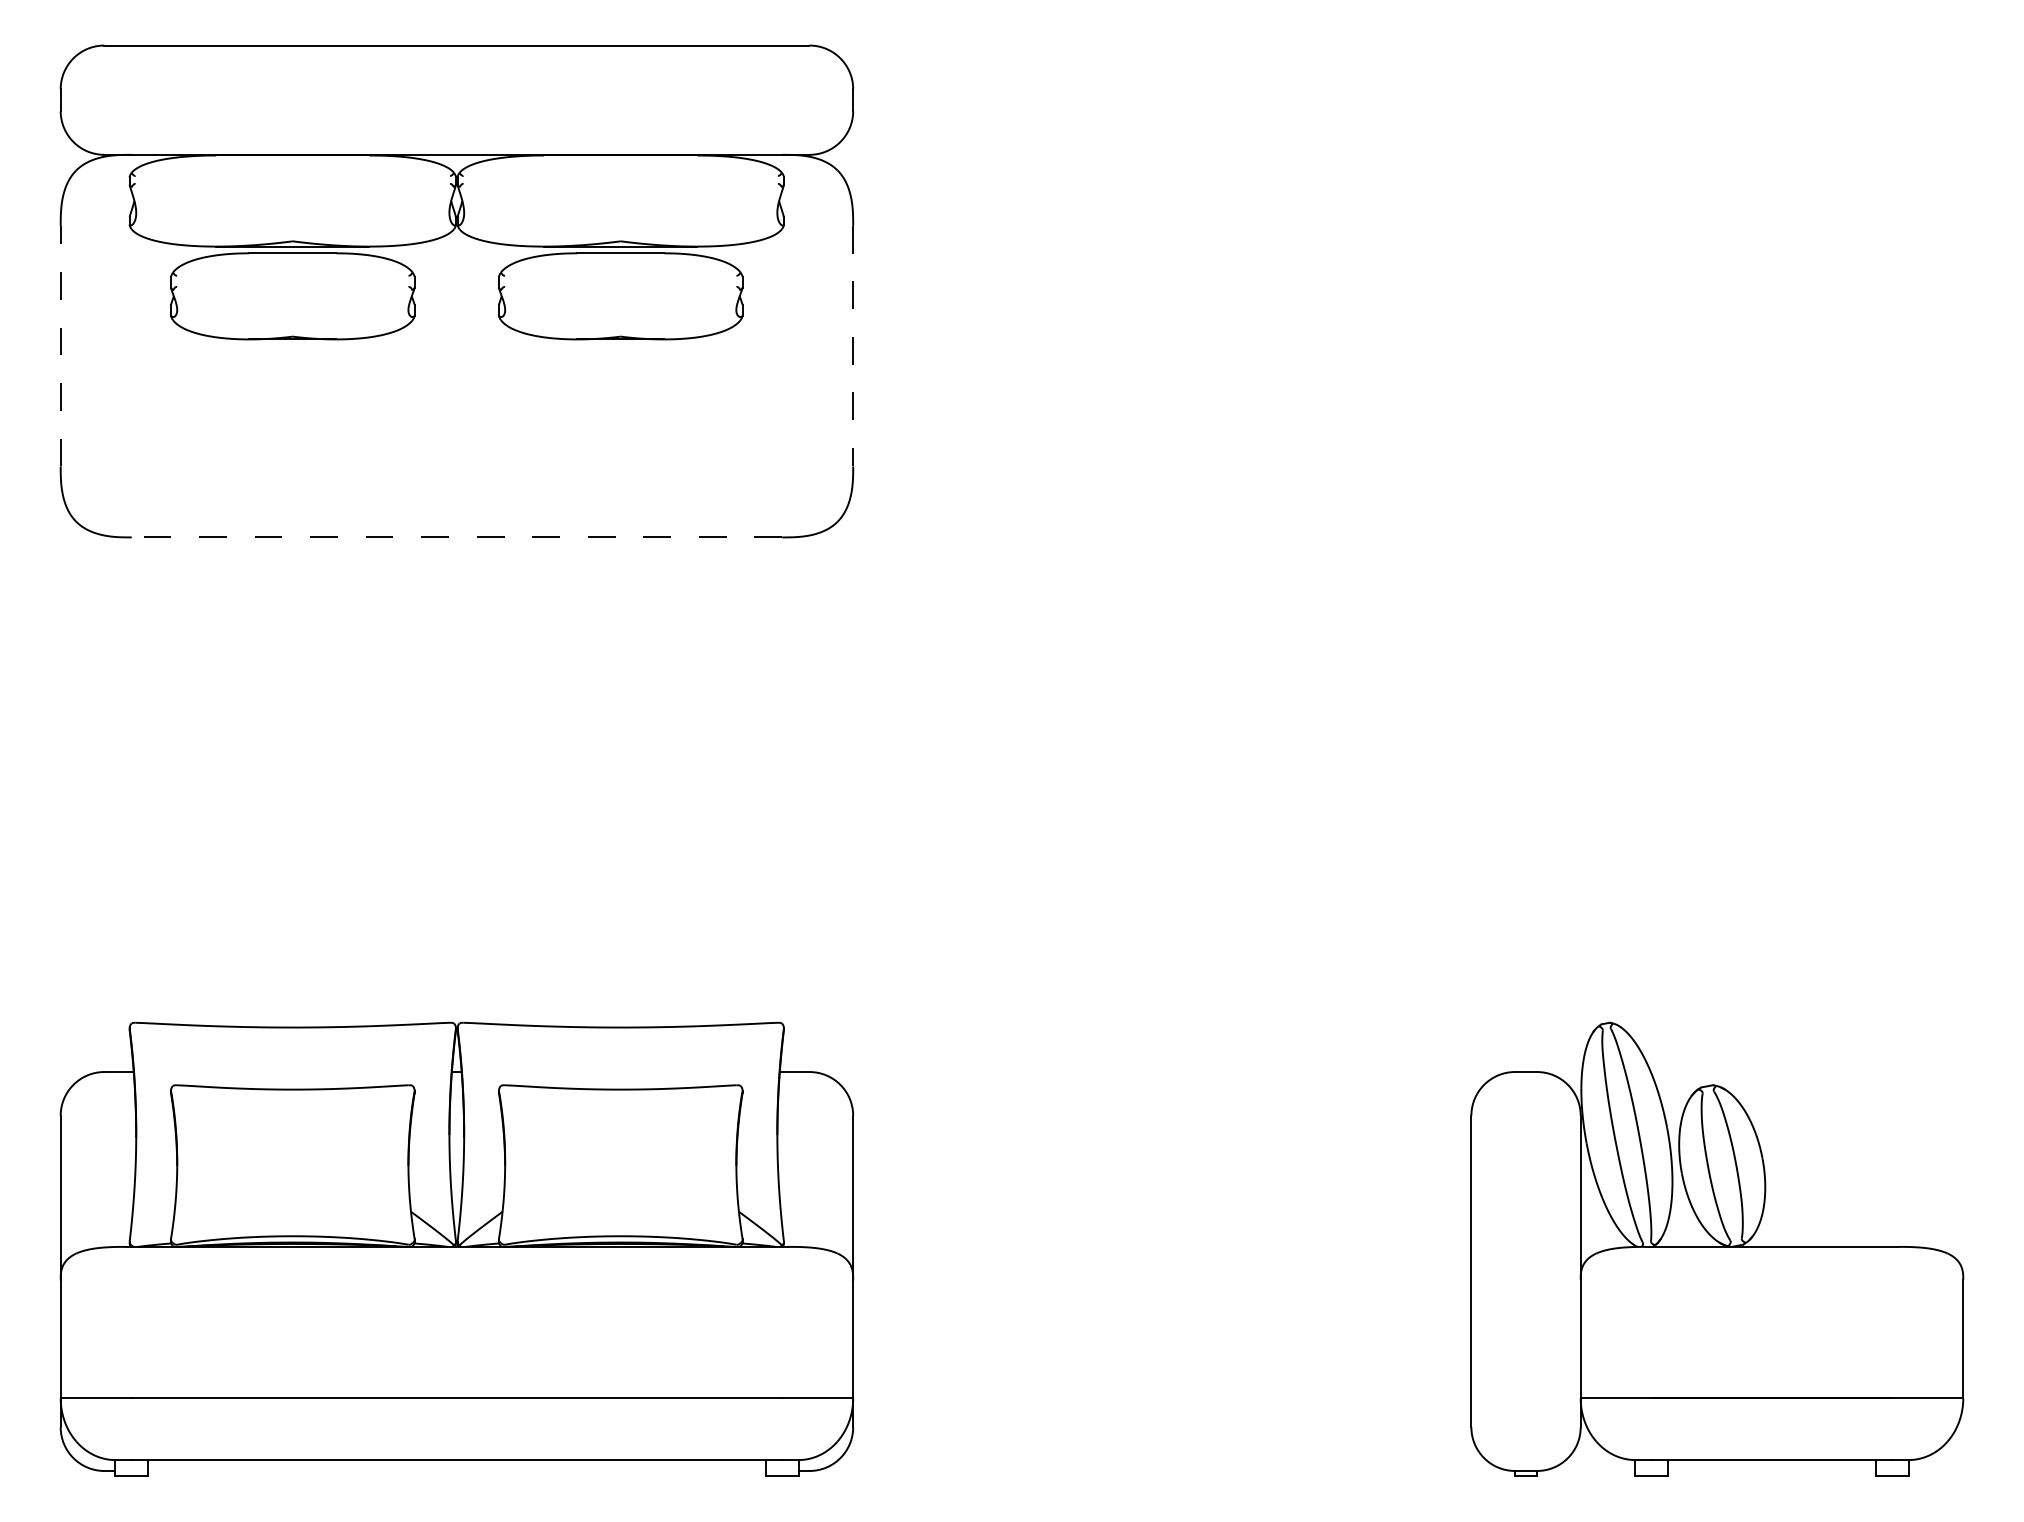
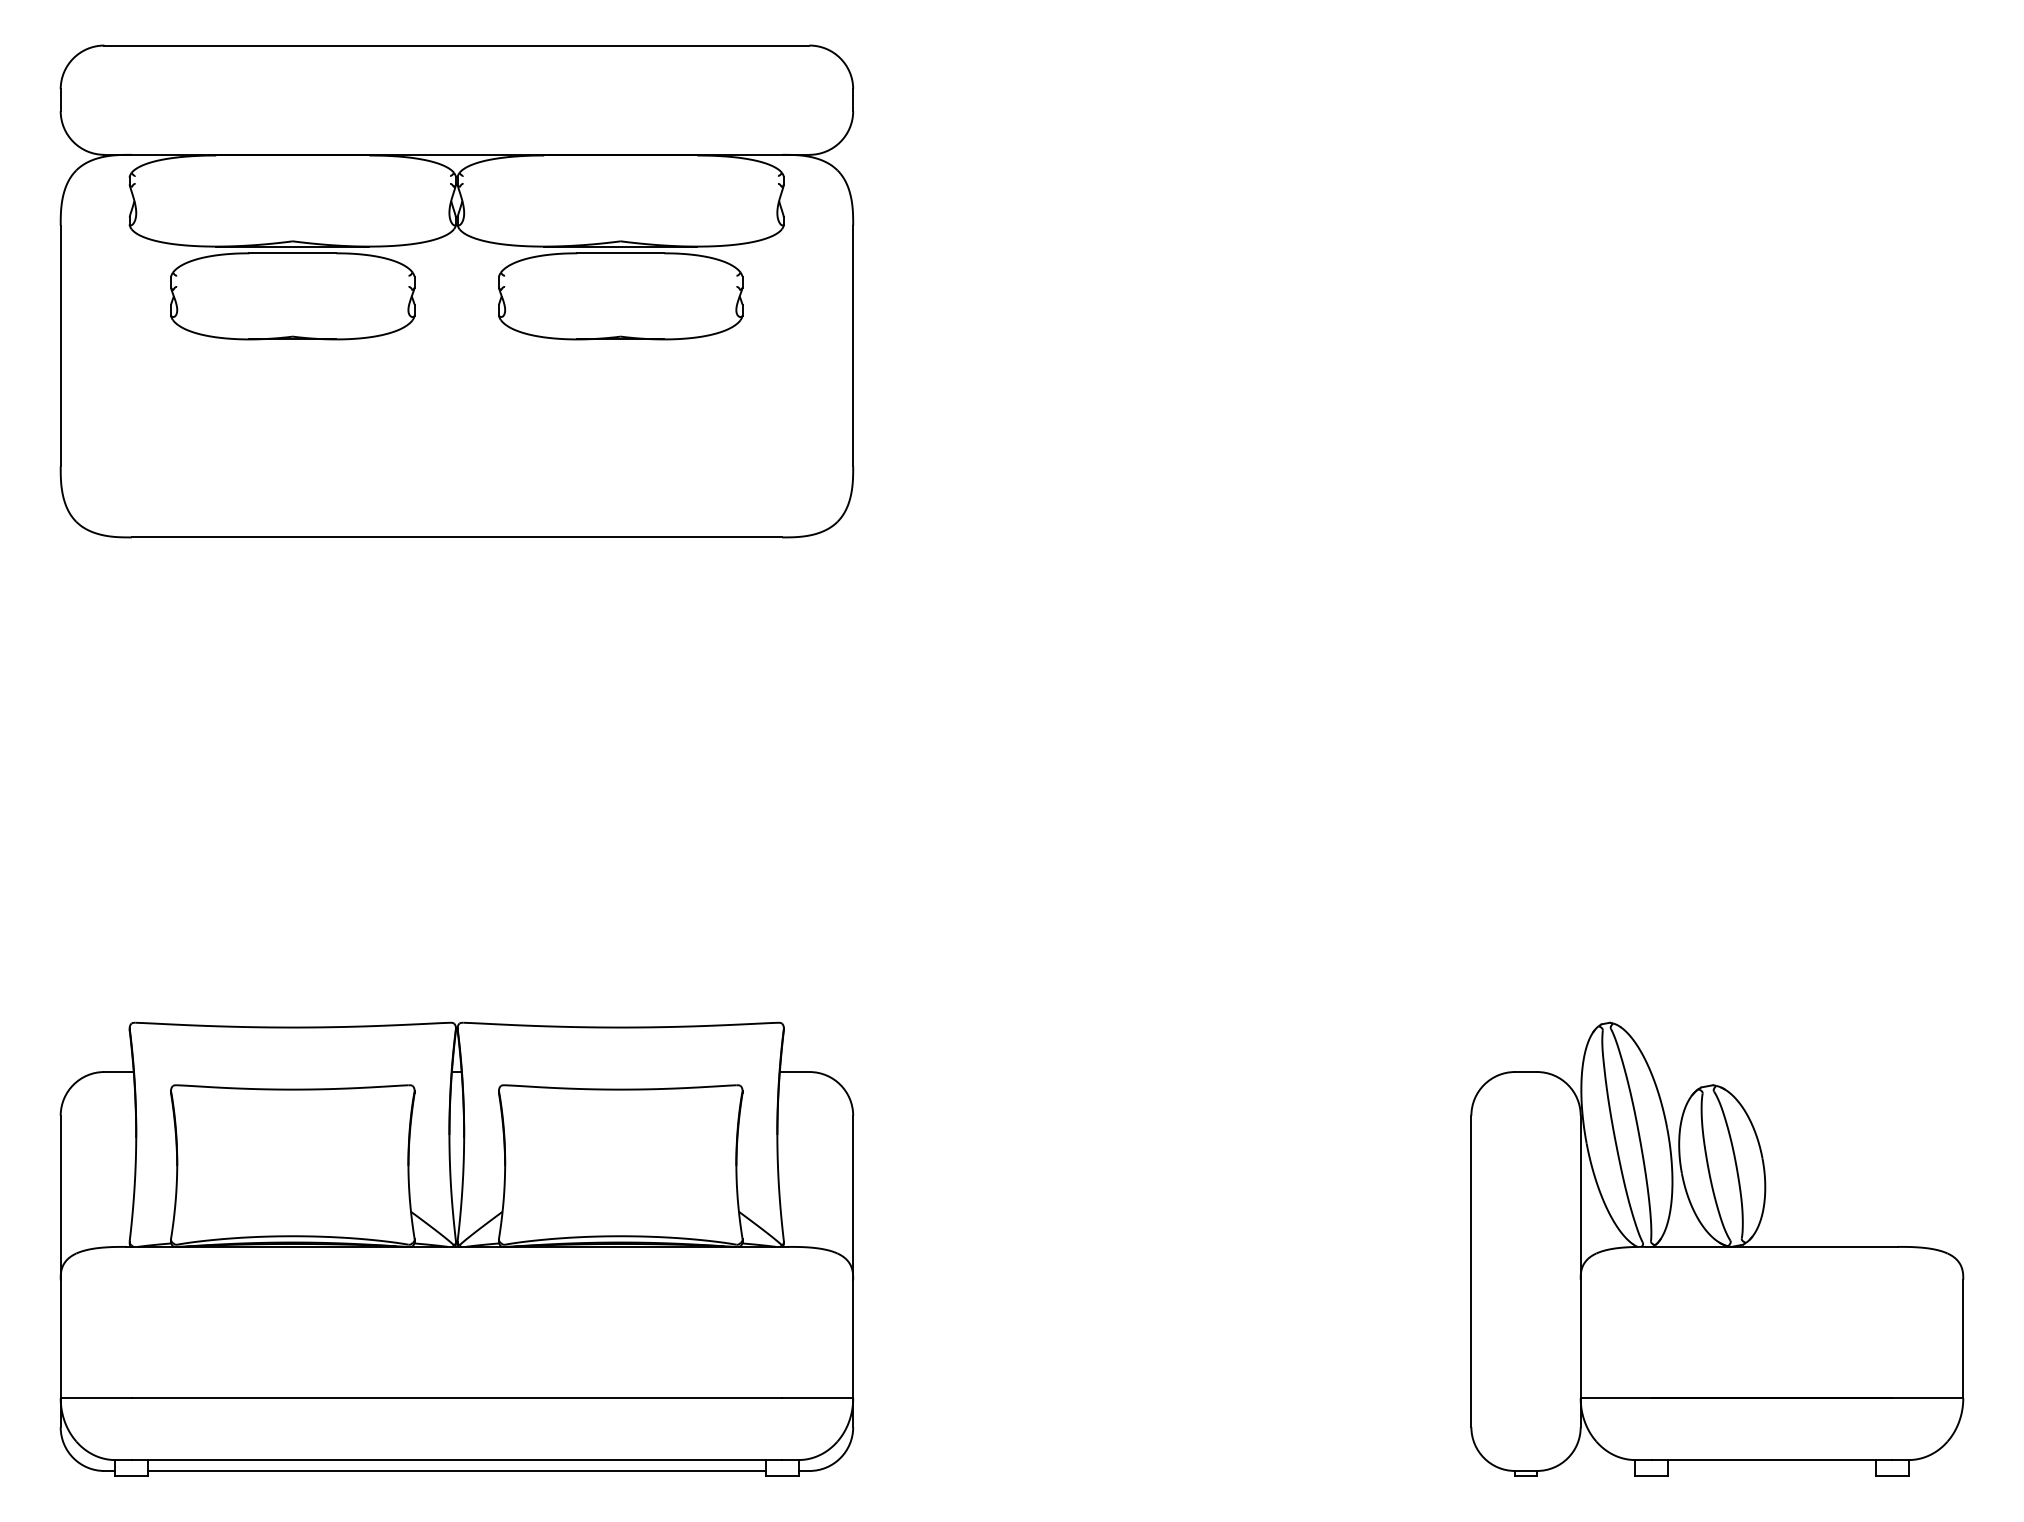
line at (60, 345): dashed -> solid
line at (853, 346): dashed -> solid
line at (456, 537): dashed -> solid
line at (456, 1470): none -> present
